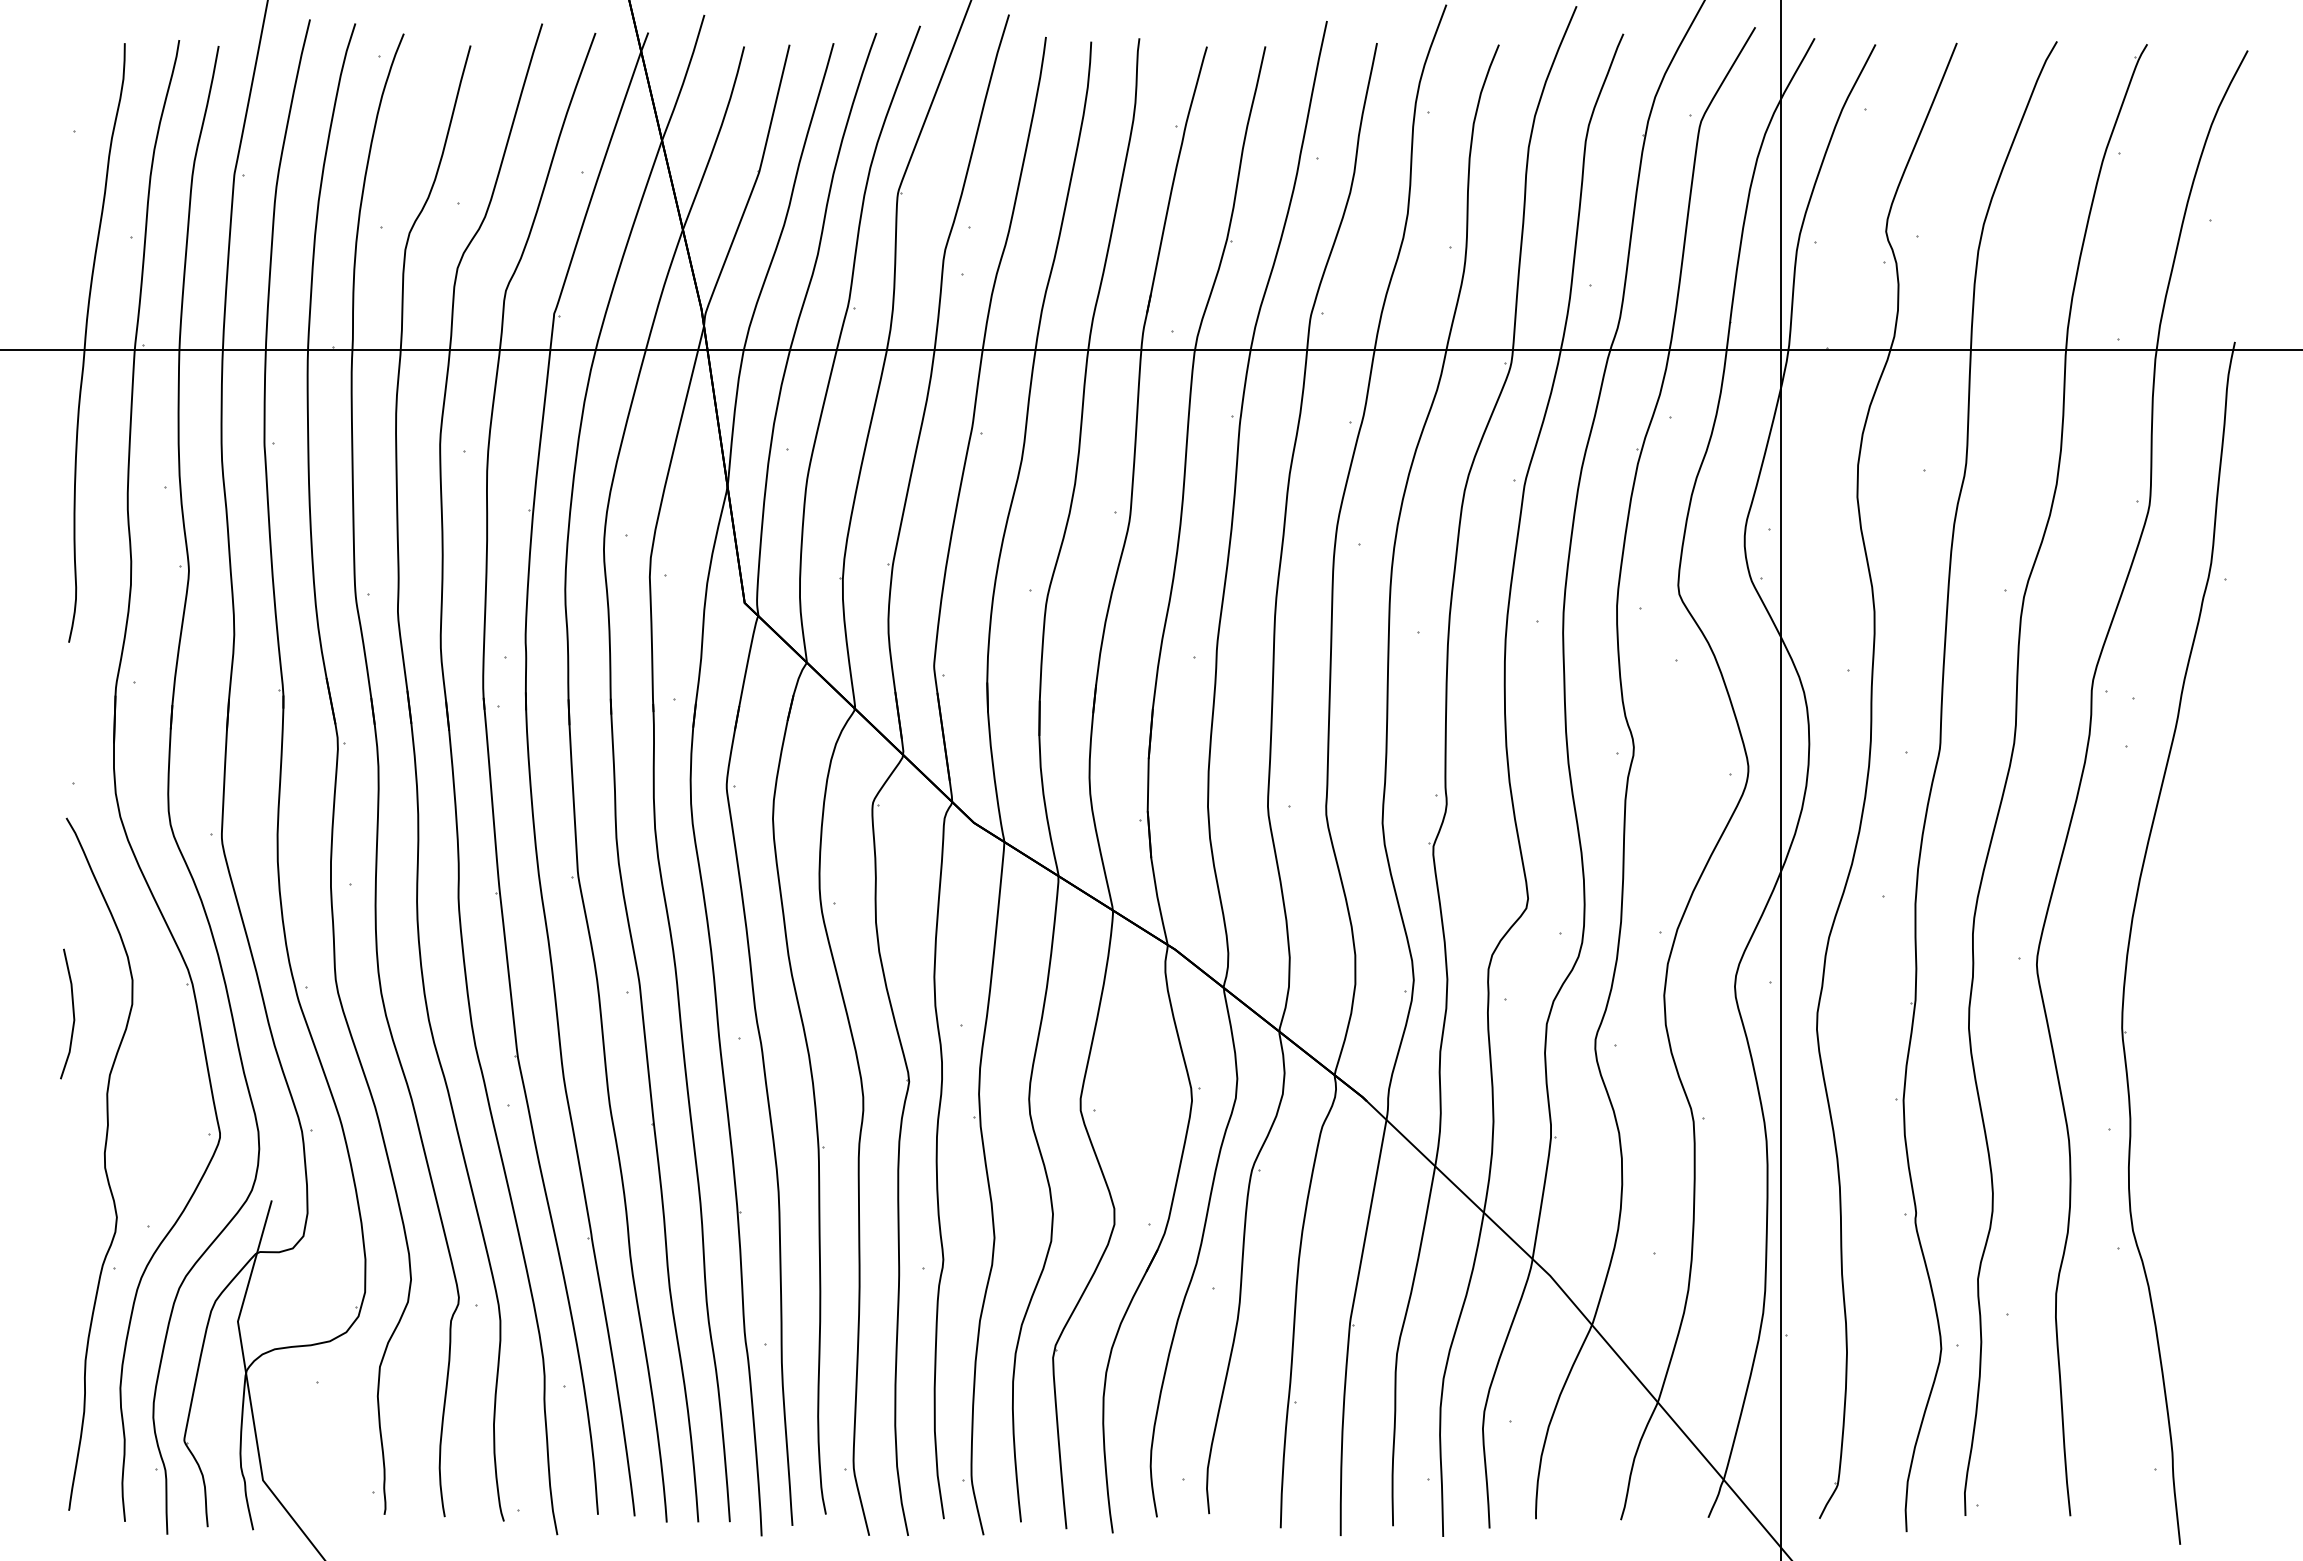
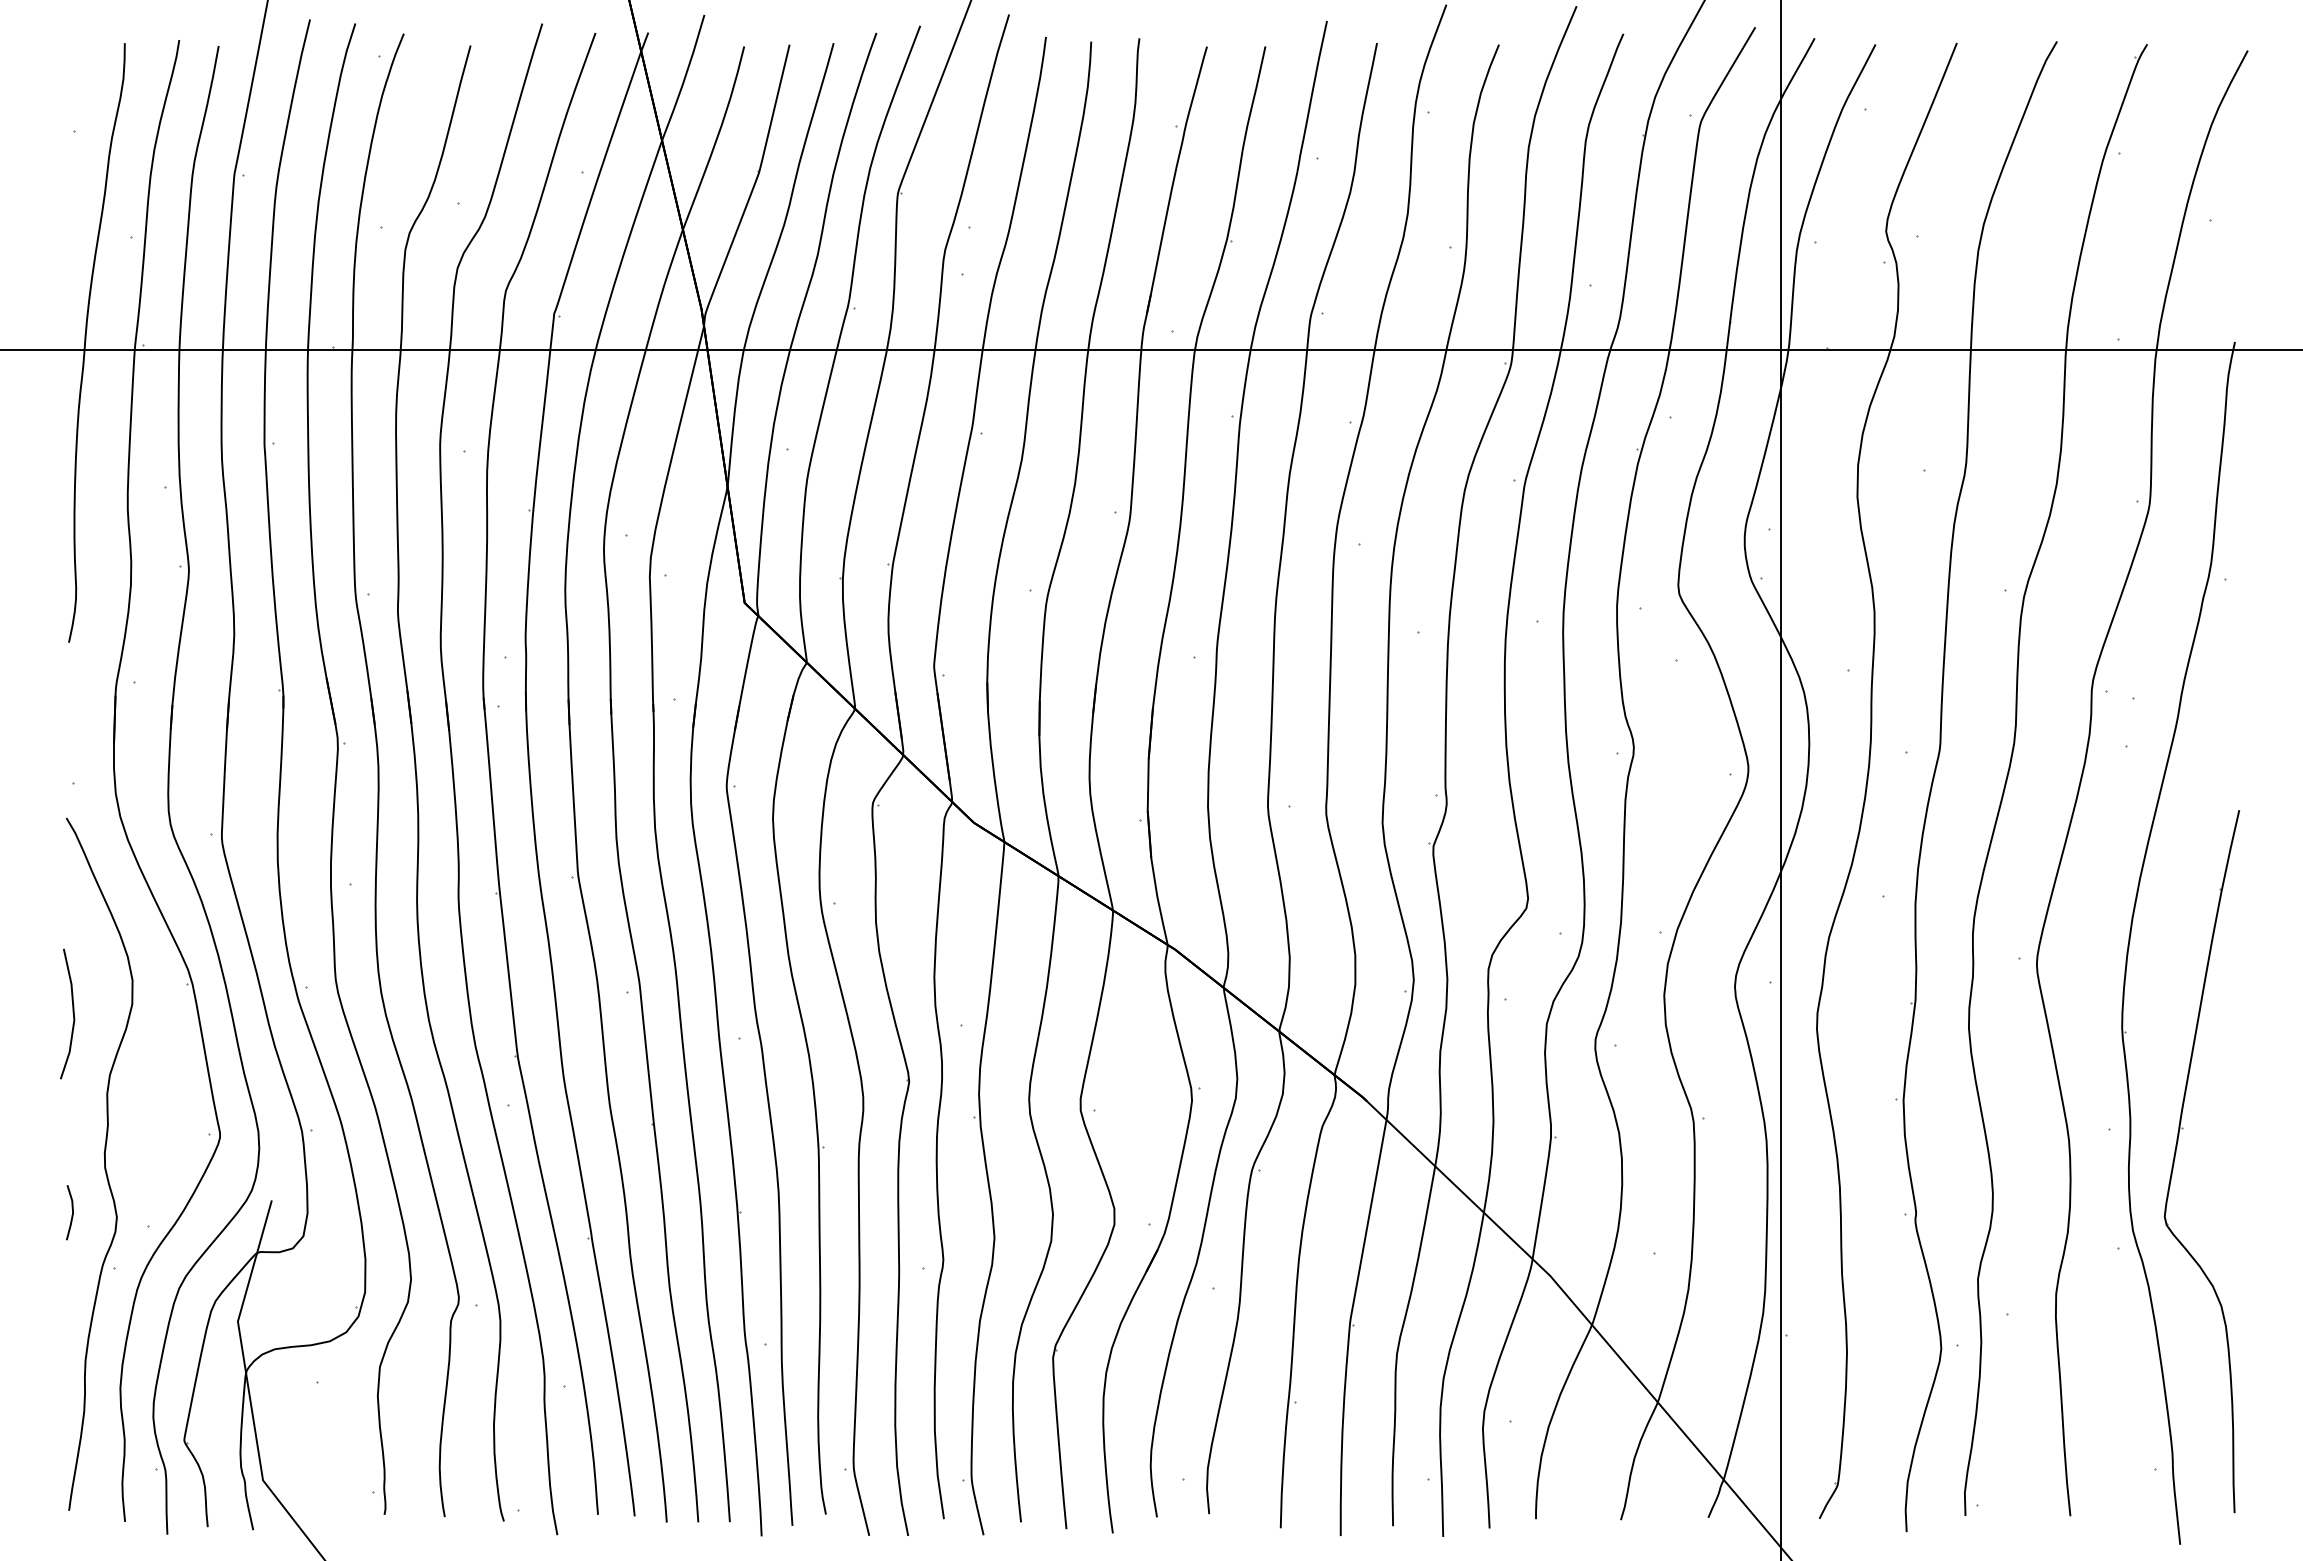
part at (2175, 1158): none -> present
line at (71, 1214): none -> present
